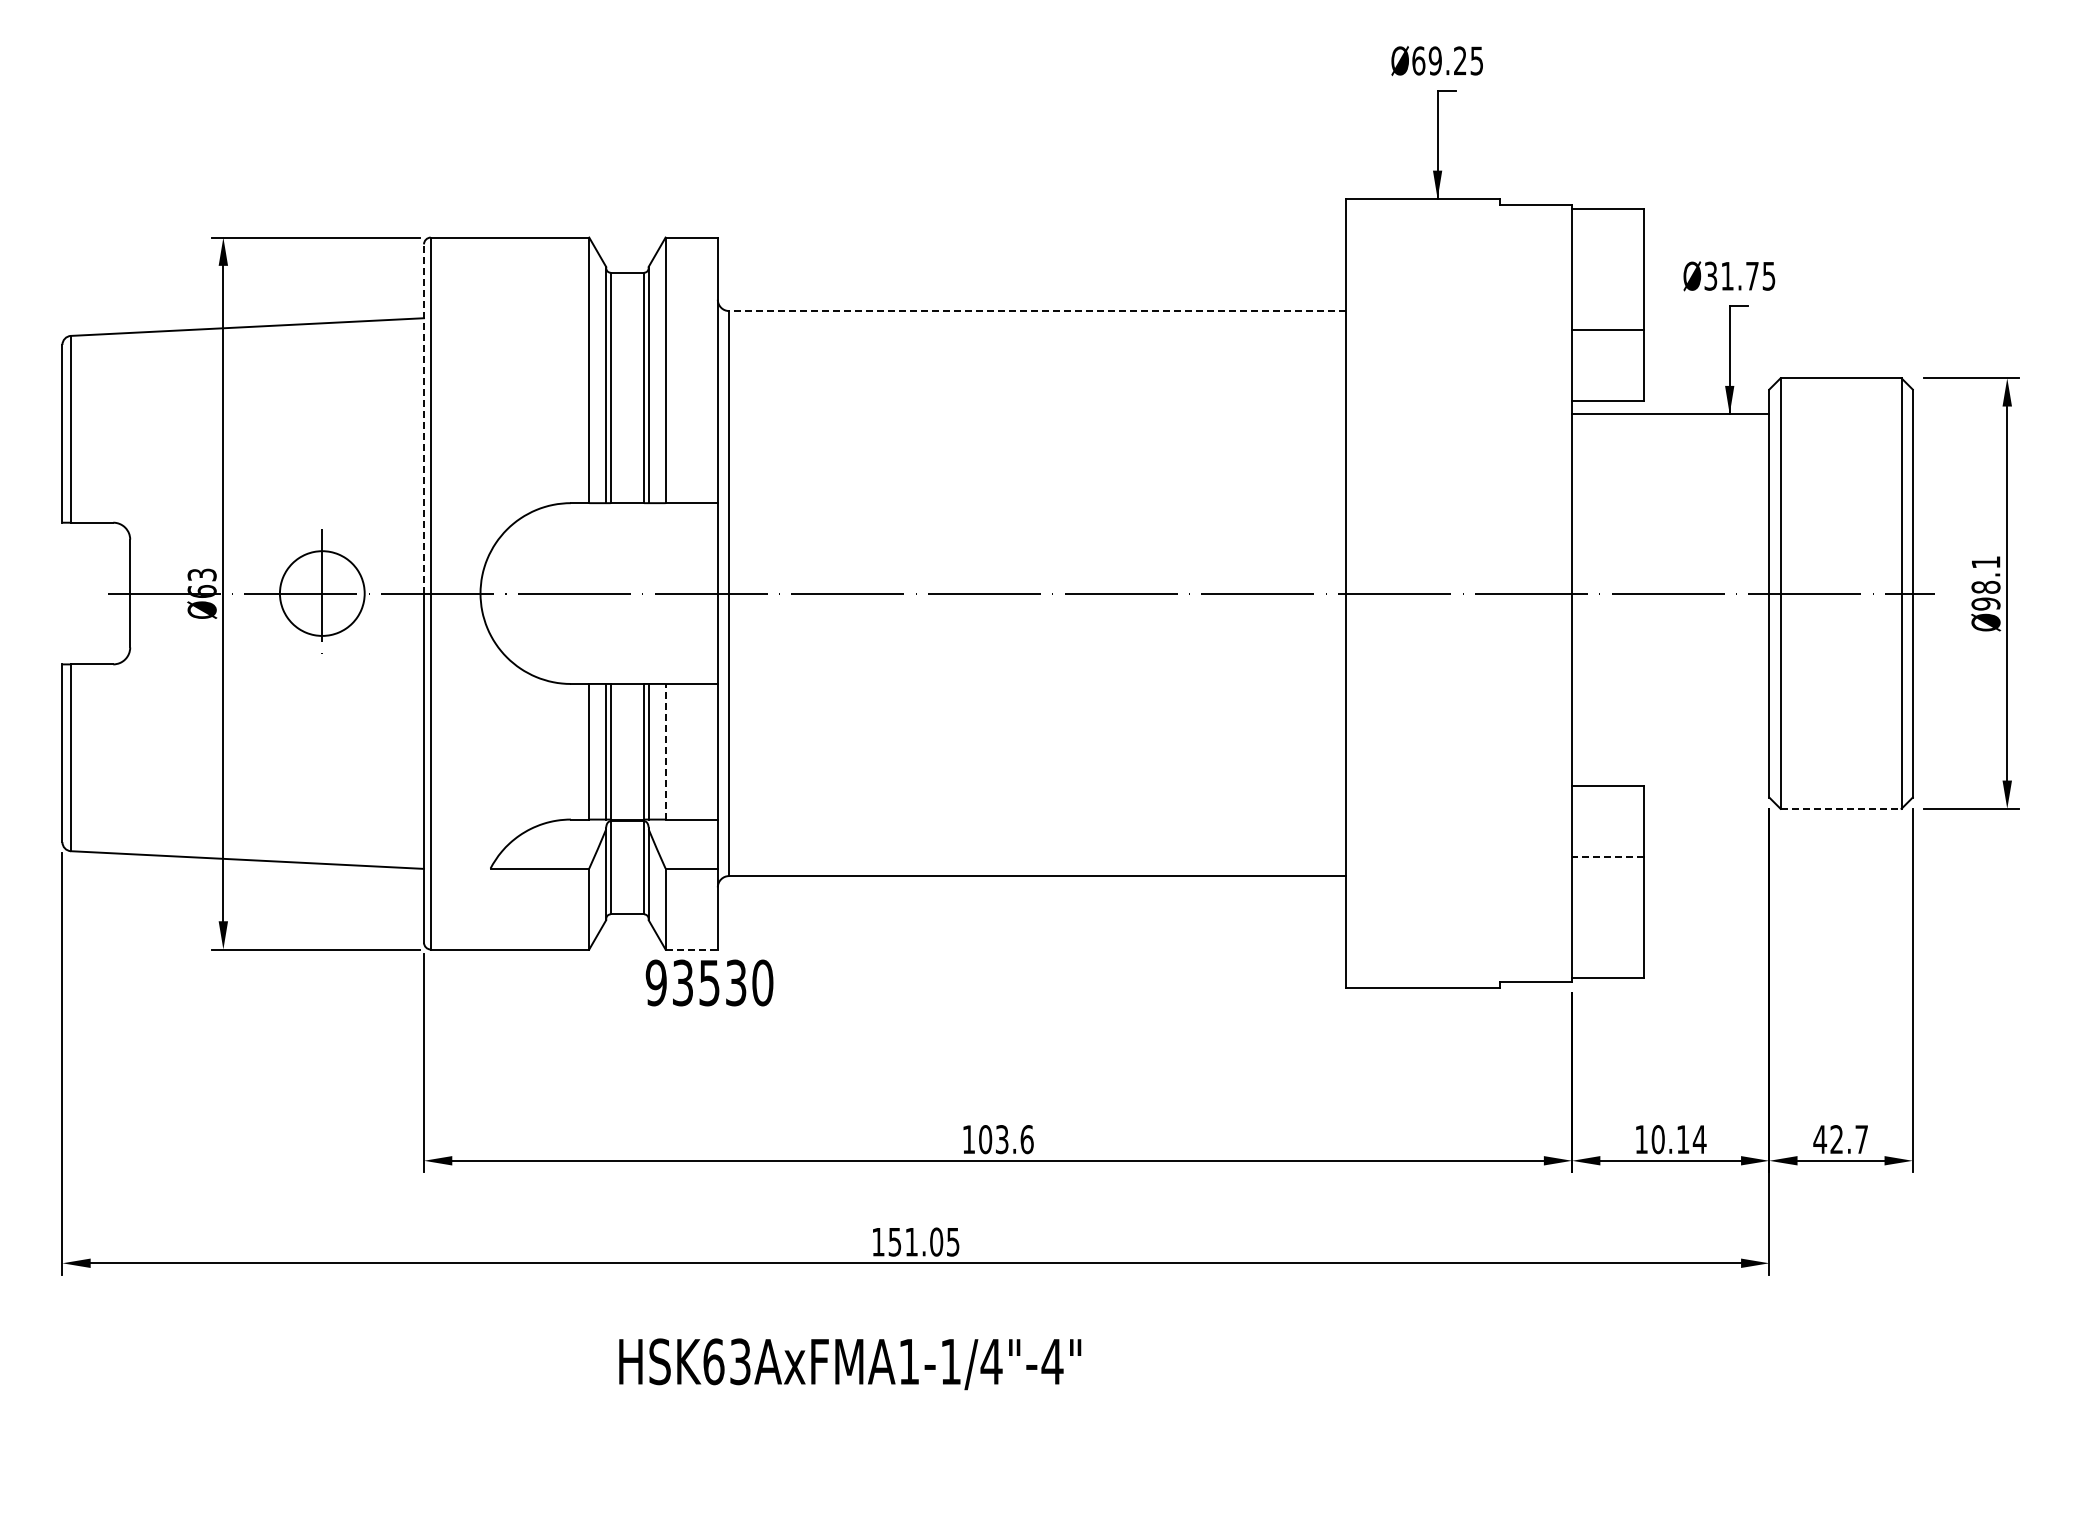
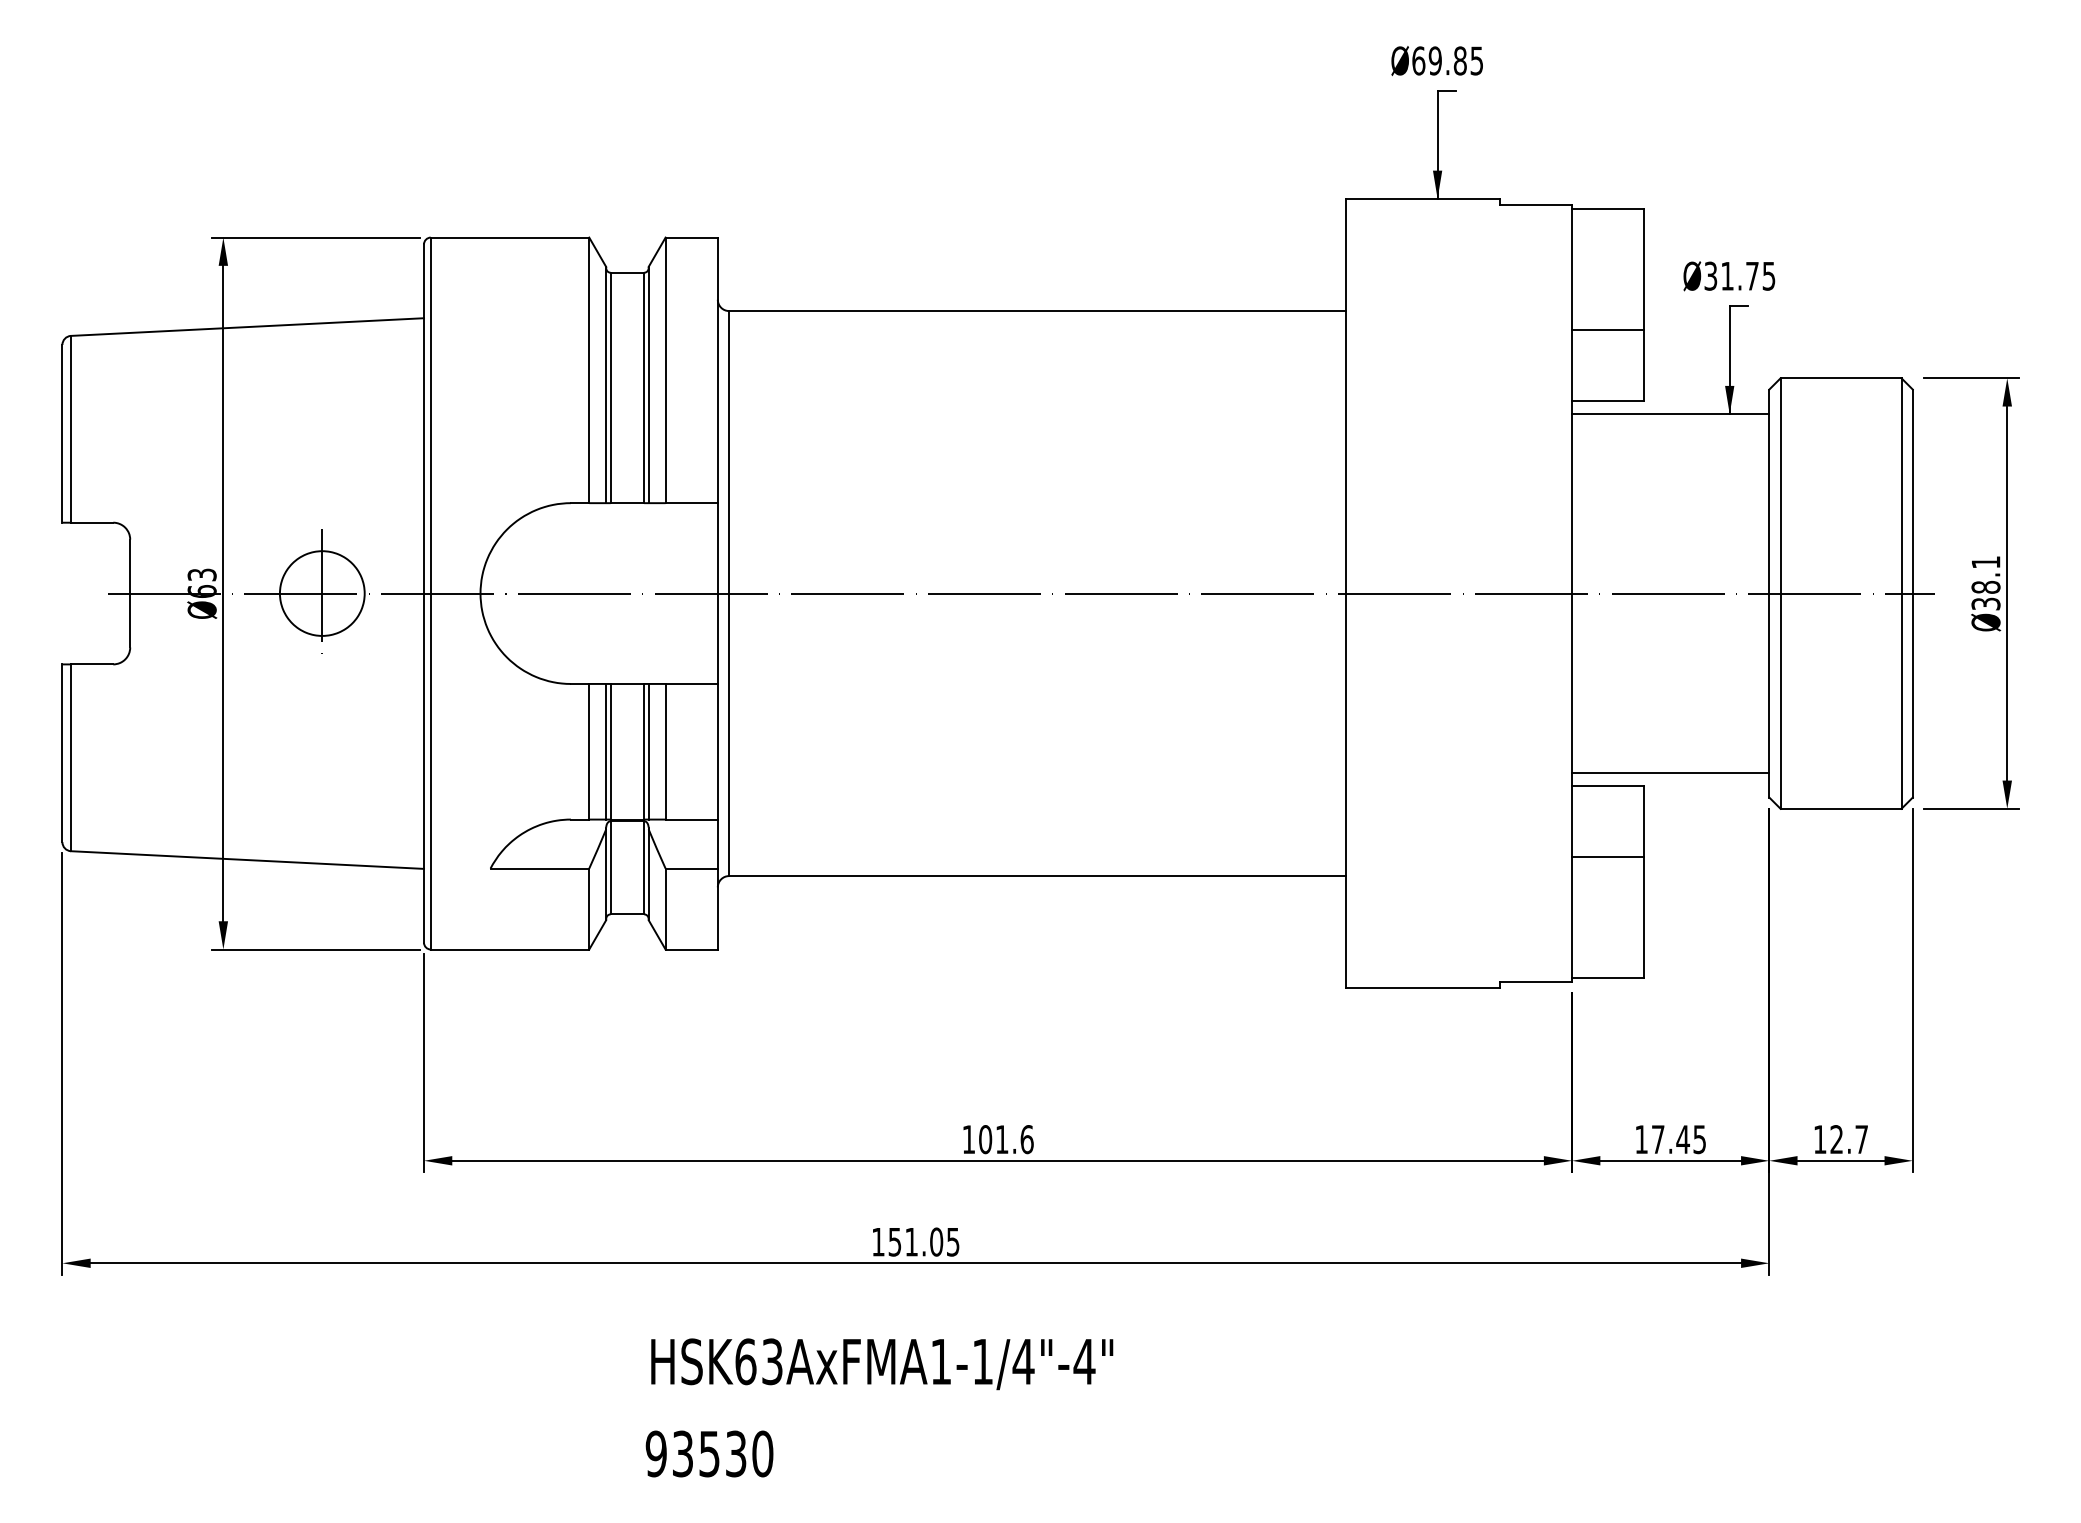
text at (1459, 60): 69.25 -> 69.85
line at (1037, 311): dashed -> solid
line at (424, 418): dashed -> solid
text at (1985, 603): 98.1 -> 38.1
line at (665, 751): dashed -> solid
line at (1670, 772): none -> present
line at (1841, 808): dashed -> solid
line at (1608, 857): dashed -> solid
line at (692, 949): dashed -> solid
text at (709, 982) position: (709, 982) -> (709, 1453)
text at (1002, 1139): 103.6 -> 101.6
text at (1678, 1139): 10.14 -> 17.45
text at (1820, 1139): 42.7 -> 12.7
text at (850, 1364) position: (850, 1364) -> (882, 1364)
